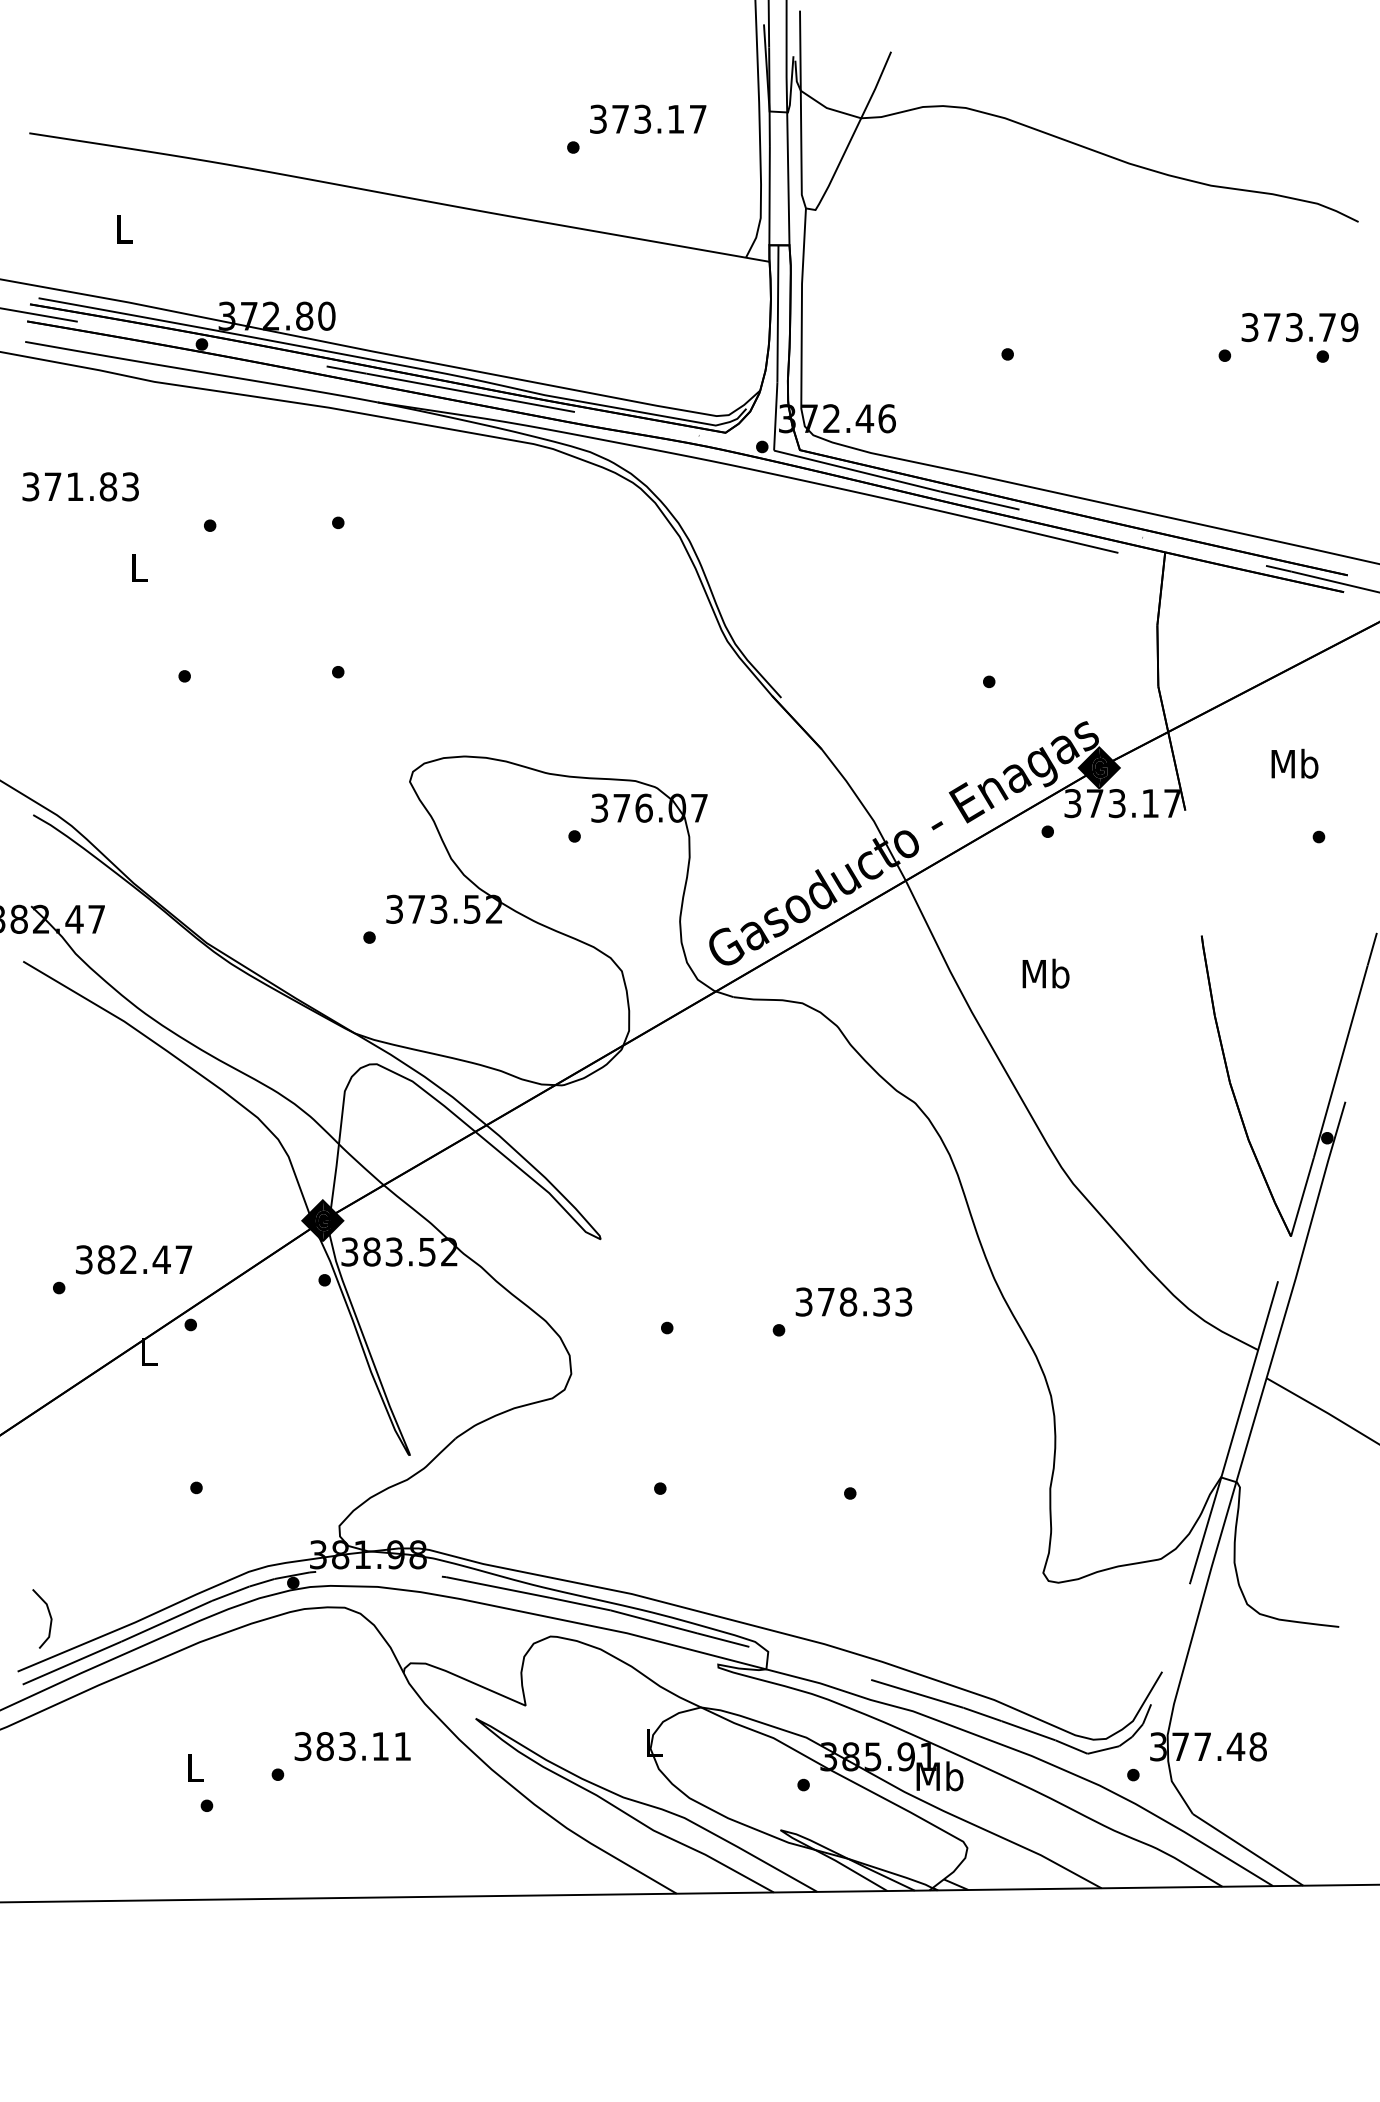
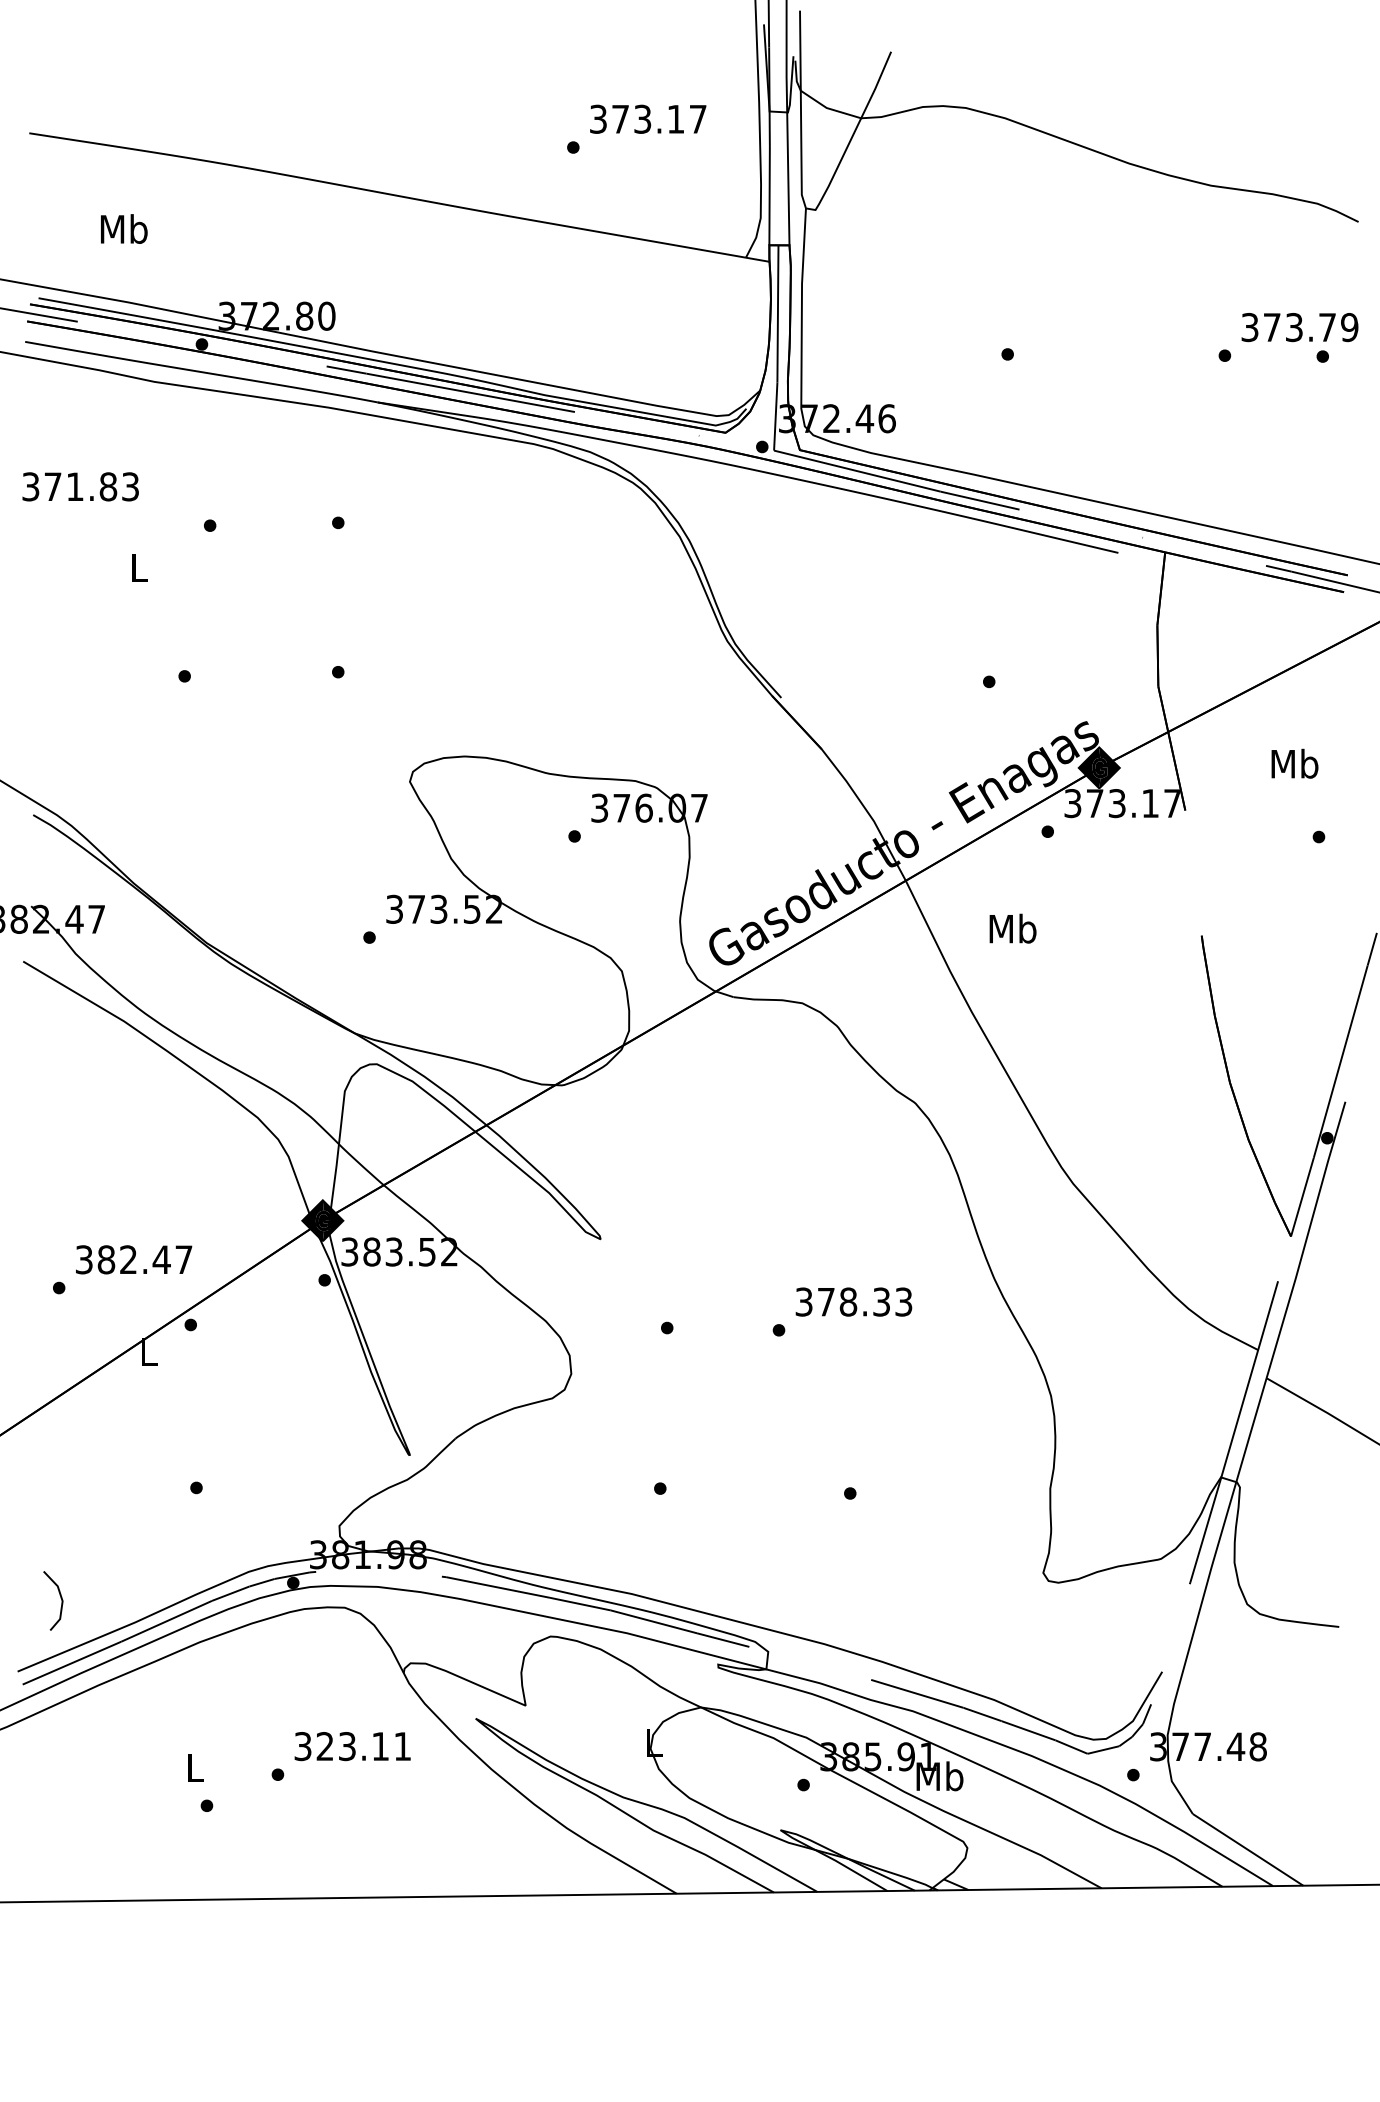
text at (123, 228): L -> Mb
text at (1045, 973) position: (1045, 973) -> (1012, 928)
line at (49, 1616) position: (49, 1616) -> (60, 1598)
text at (324, 1746): 383.11 -> 323.11
